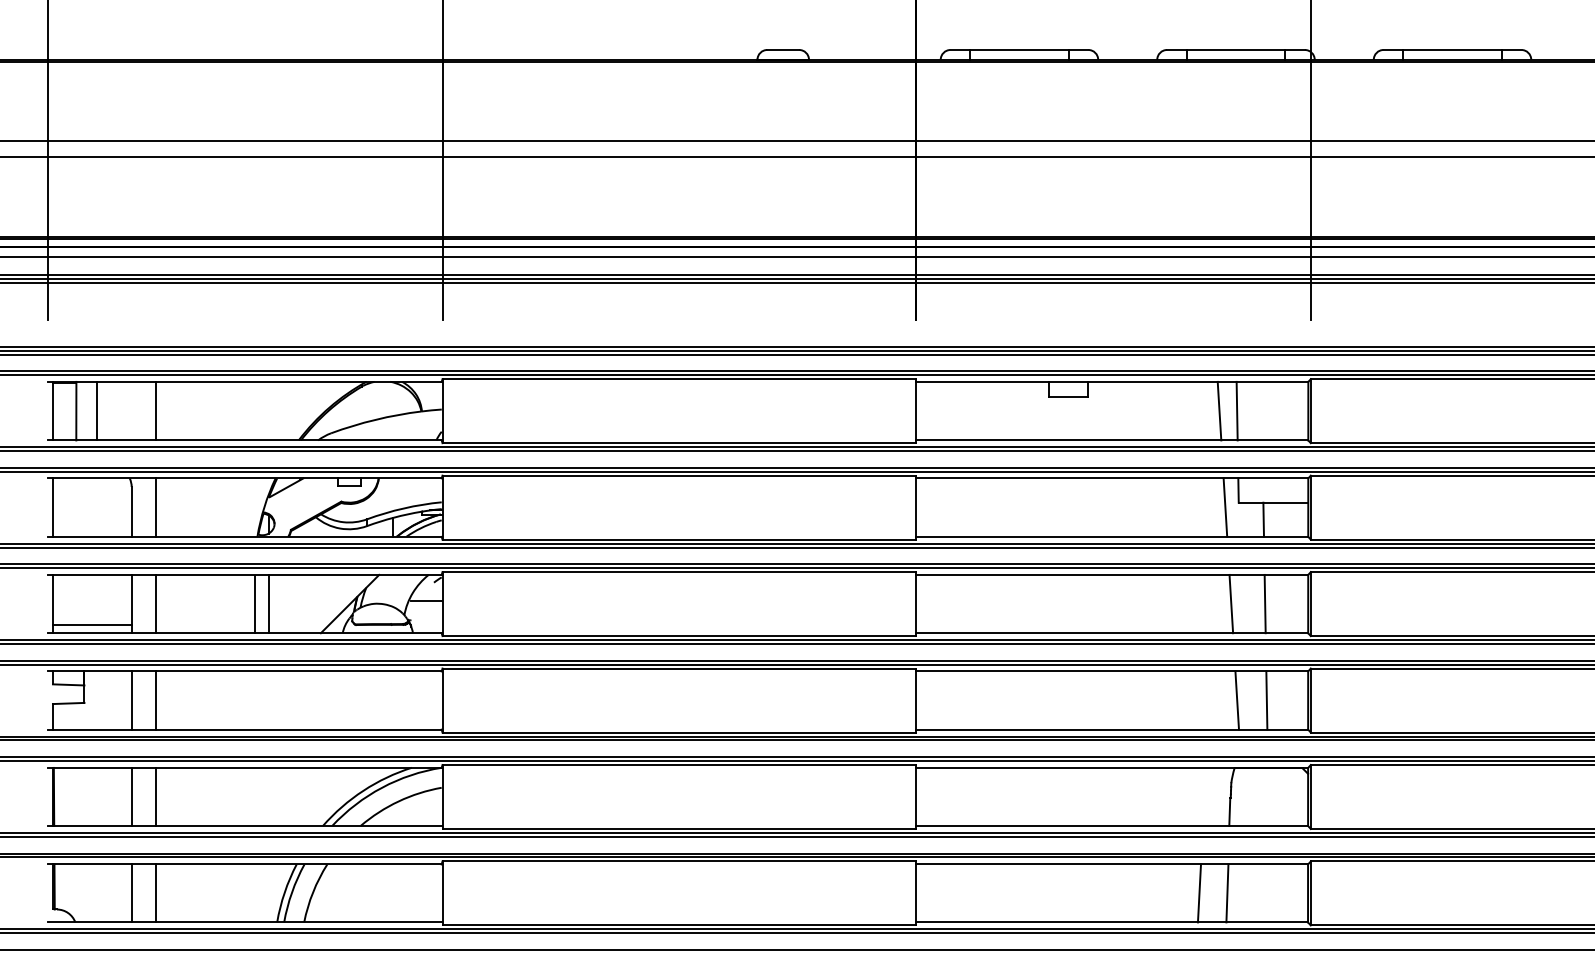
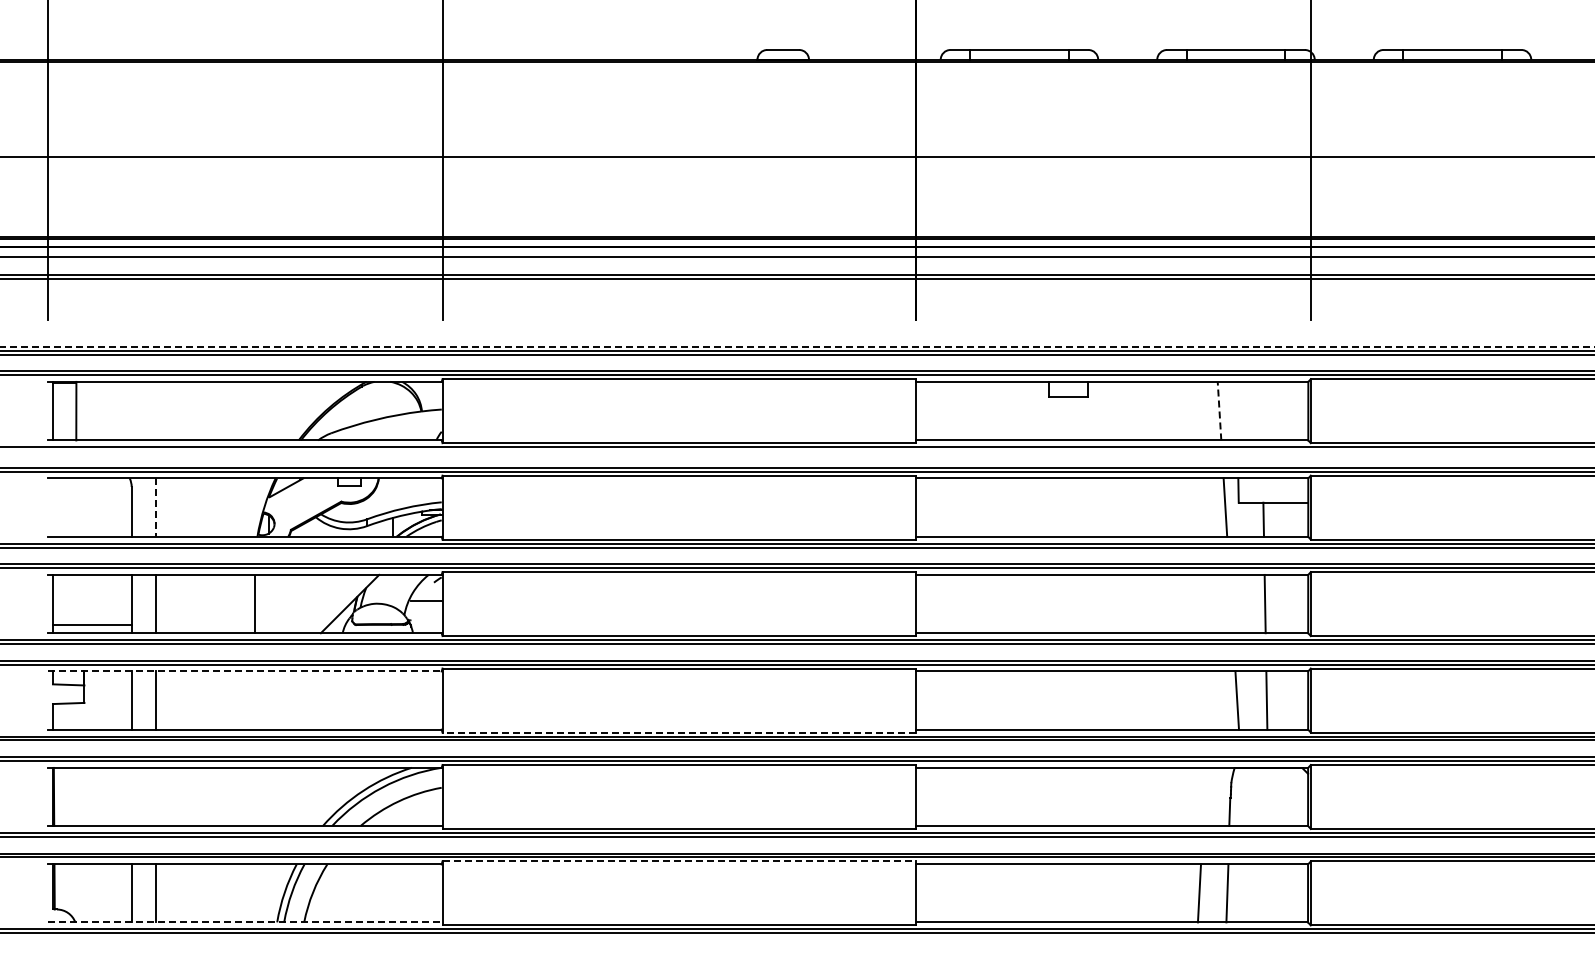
line at (796, 140): present -> none
line at (796, 282): present -> none
line at (797, 346): solid -> dashed
line at (97, 410): present -> none
line at (156, 410): present -> none
line at (1219, 410): solid -> dashed
line at (1236, 410): present -> none
line at (796, 451): present -> none
line at (52, 507): present -> none
line at (156, 508): solid -> dashed
line at (268, 603): present -> none
line at (1231, 603): present -> none
line at (244, 671): solid -> dashed
line at (679, 732): solid -> dashed
line at (131, 796): present -> none
line at (156, 796): present -> none
line at (679, 861): solid -> dashed
line at (244, 922): solid -> dashed
line at (796, 950): present -> none
